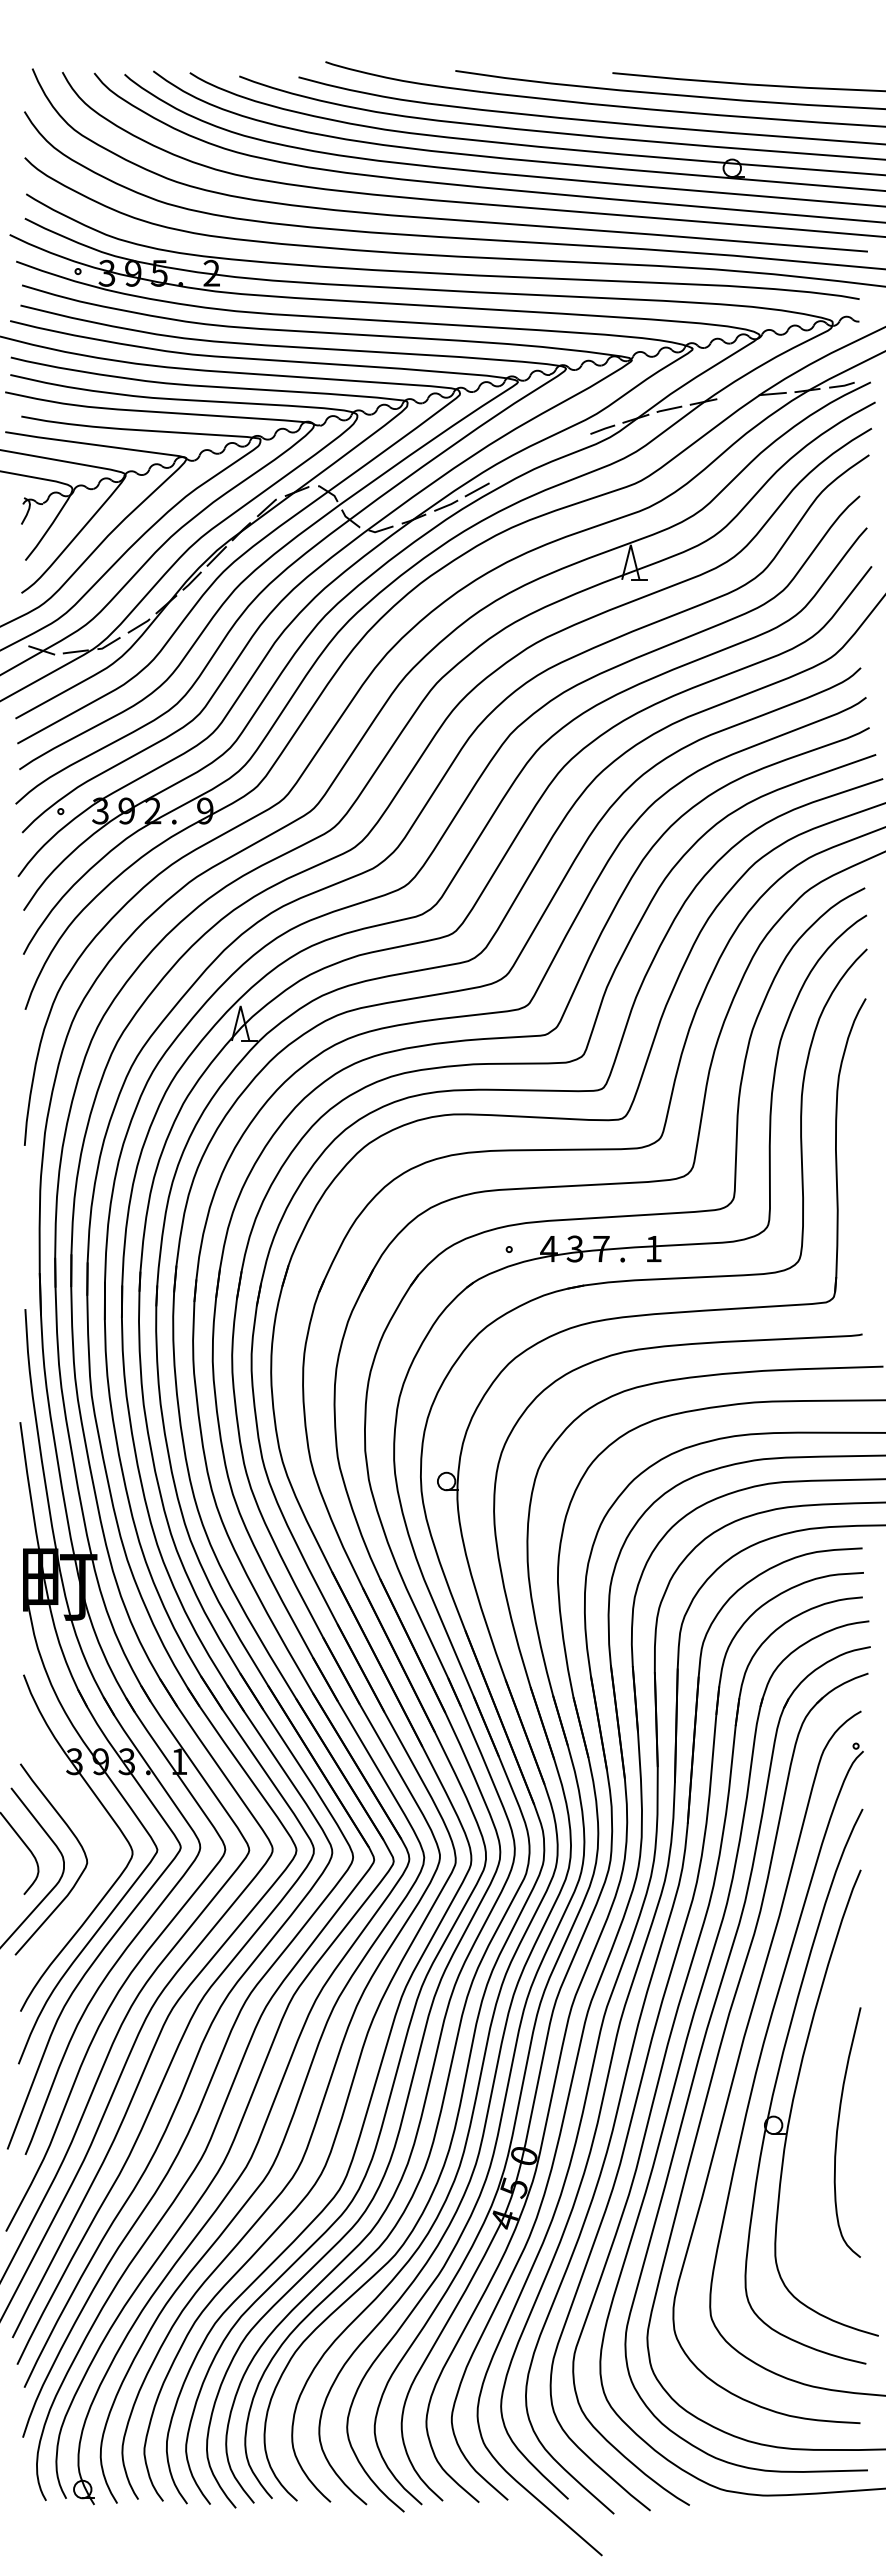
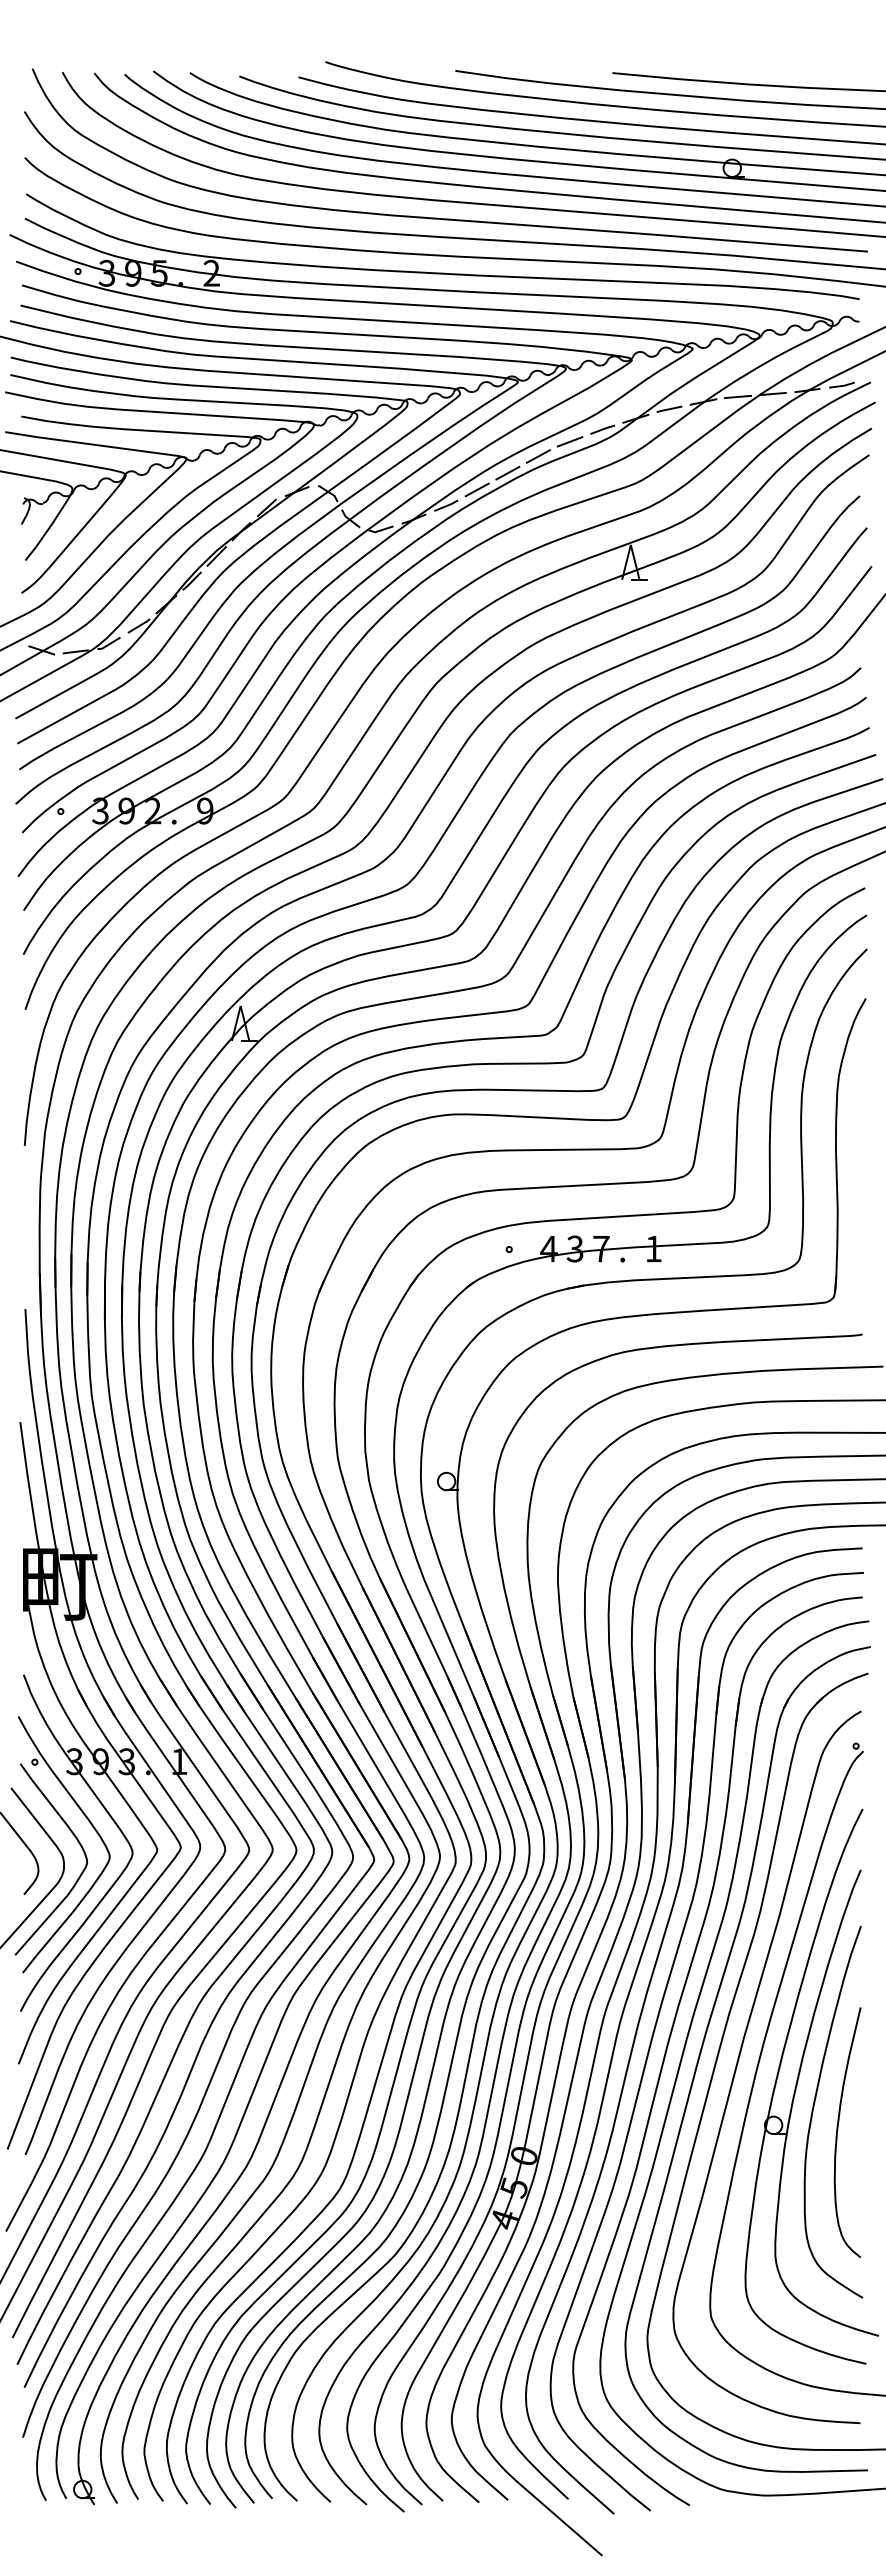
line at (737, 396): none -> present
line at (569, 441): none -> present
line at (538, 456): none -> present
line at (507, 472): none -> present
part at (90, 1824): none -> present
curve at (814, 2107): none -> present
